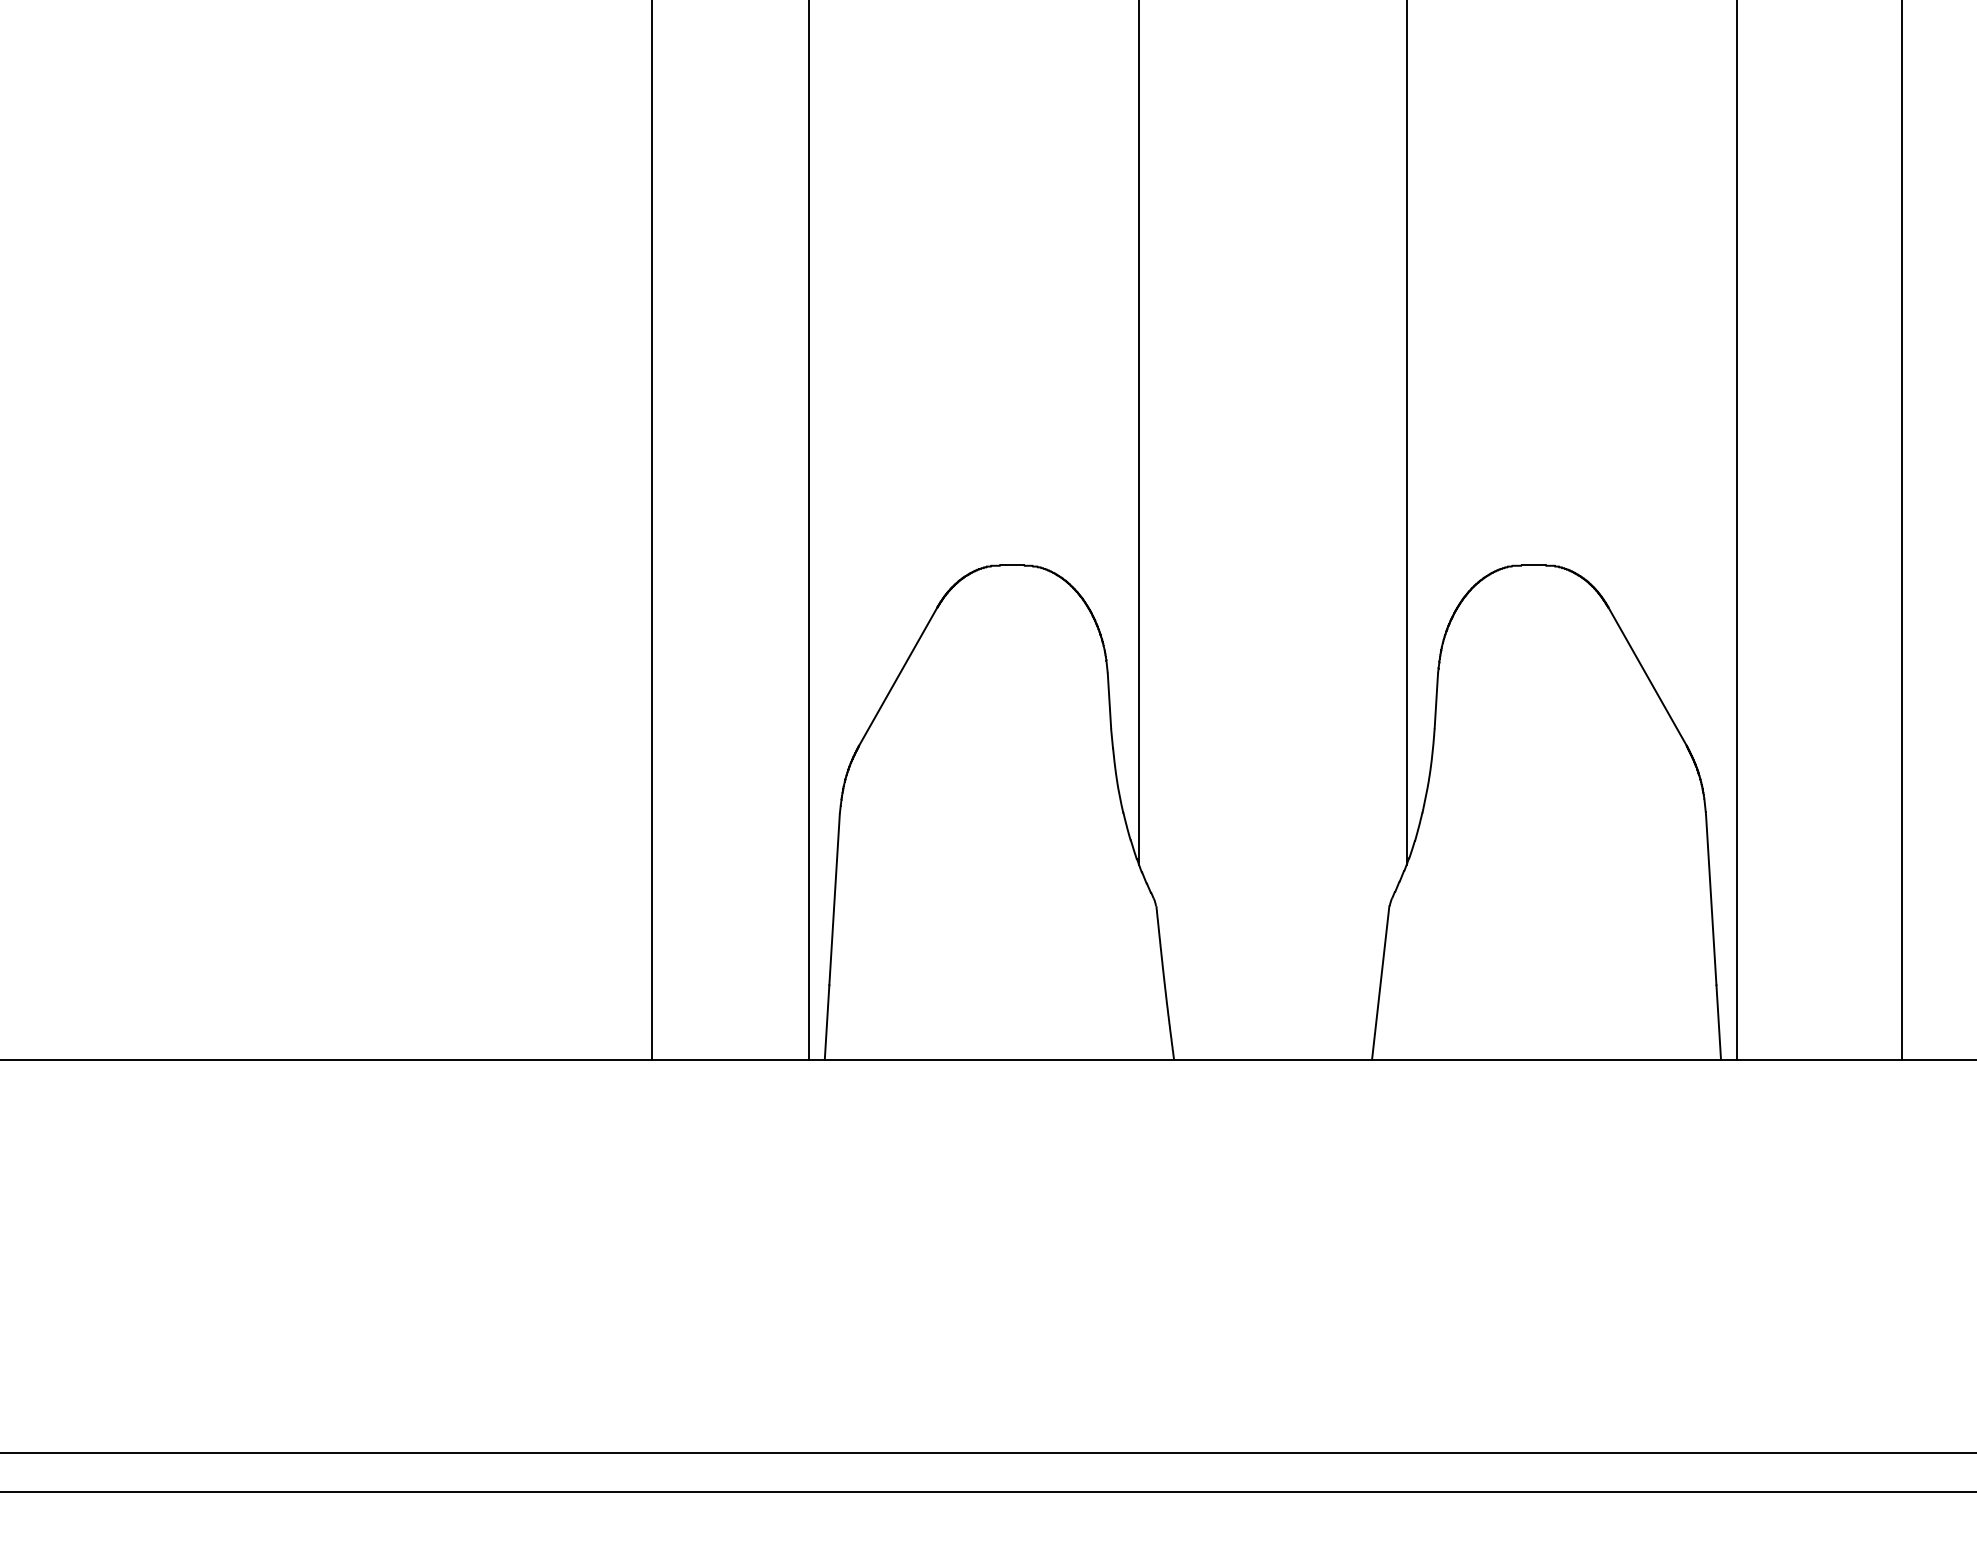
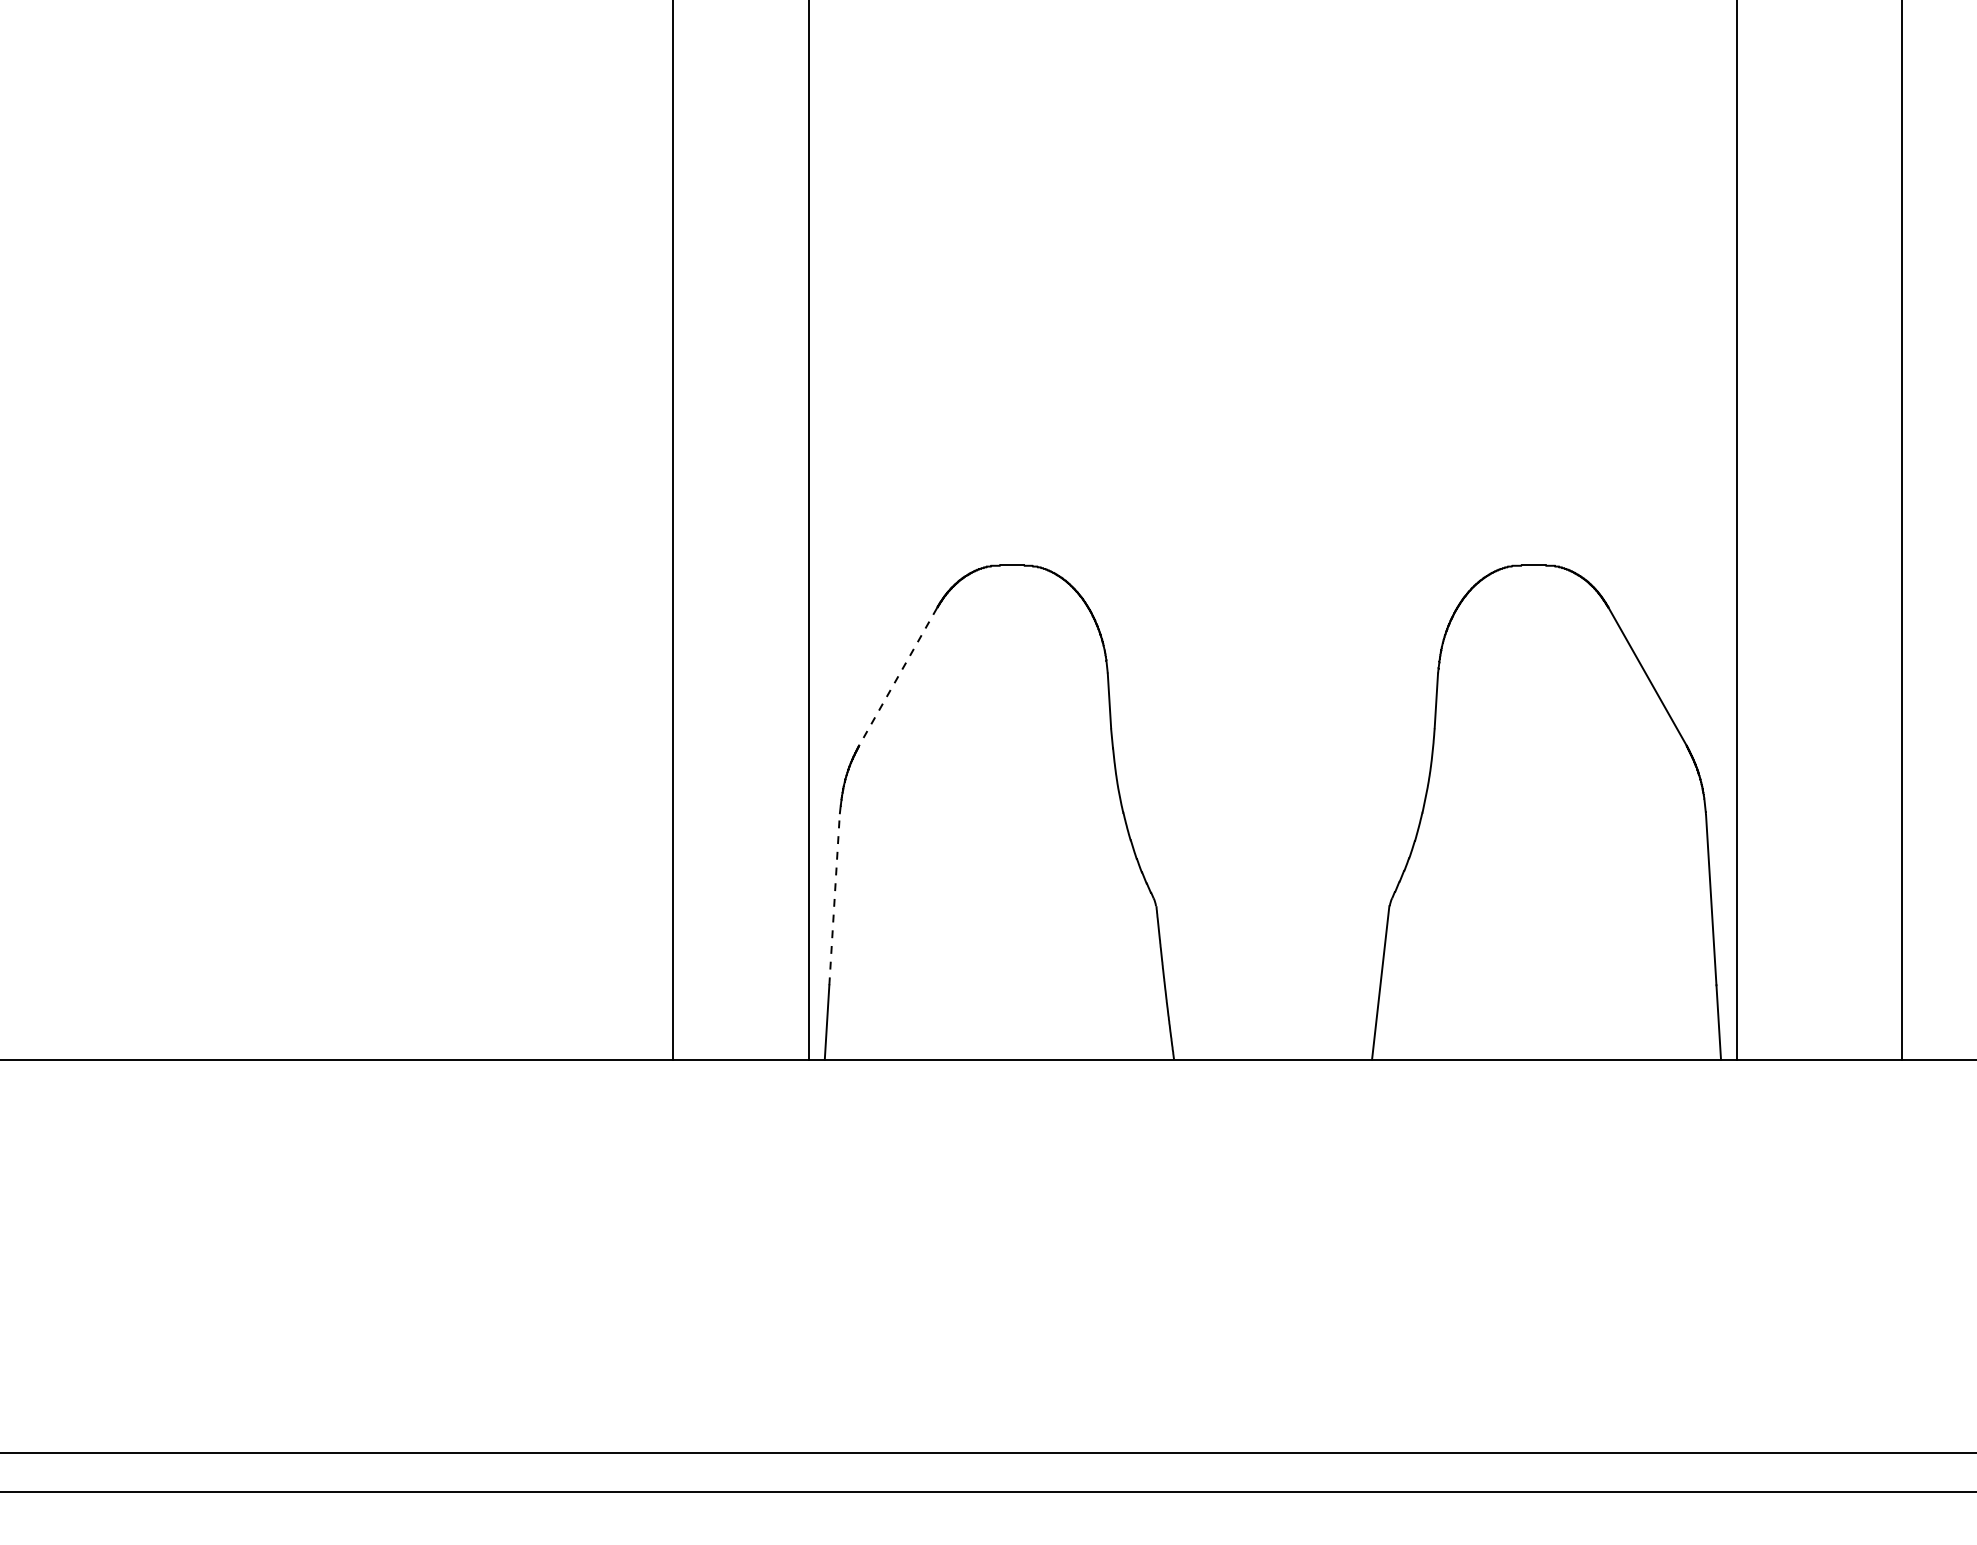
line at (1139, 433): present -> none
line at (1406, 433): present -> none
line at (651, 530) position: (651, 530) -> (672, 530)
line at (898, 676): solid -> dashed
line at (834, 899): solid -> dashed
